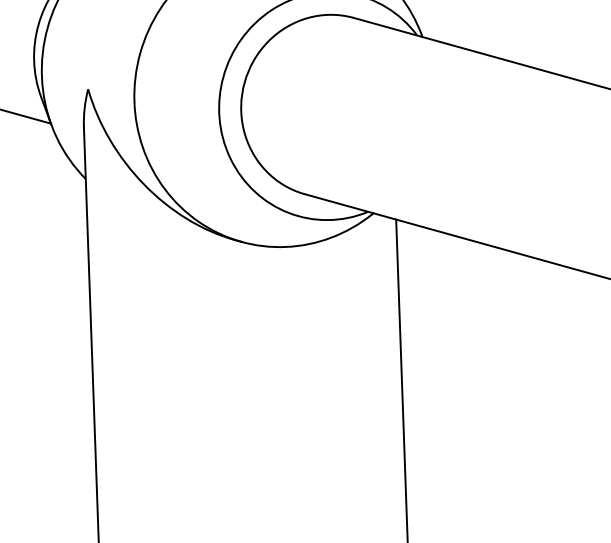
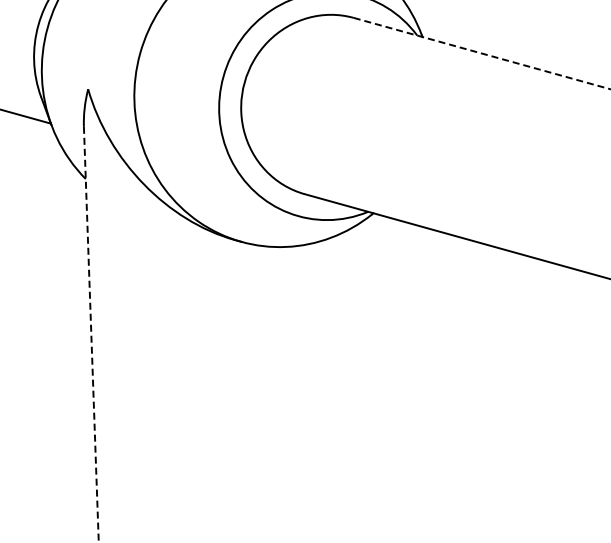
line at (482, 53): solid -> dashed
line at (91, 334): solid -> dashed
line at (401, 379): present -> none
